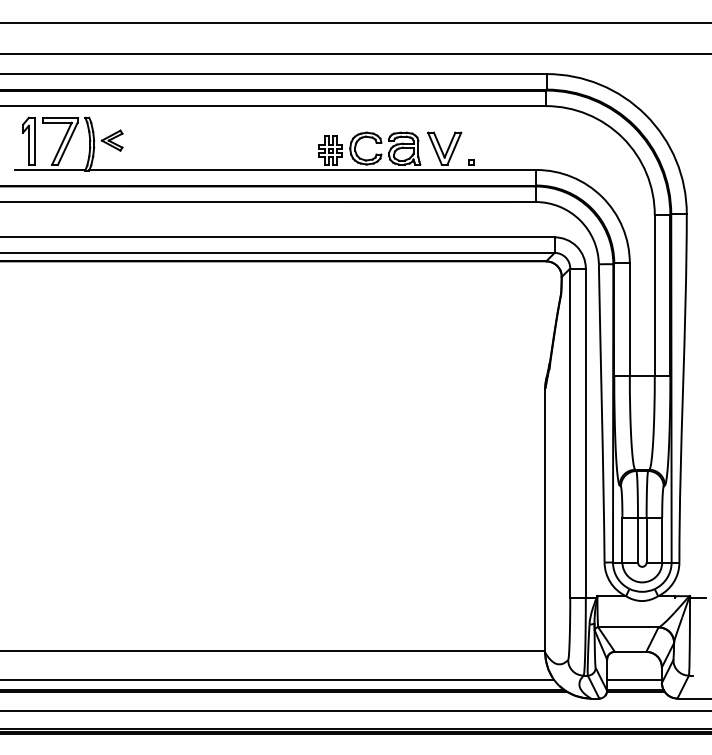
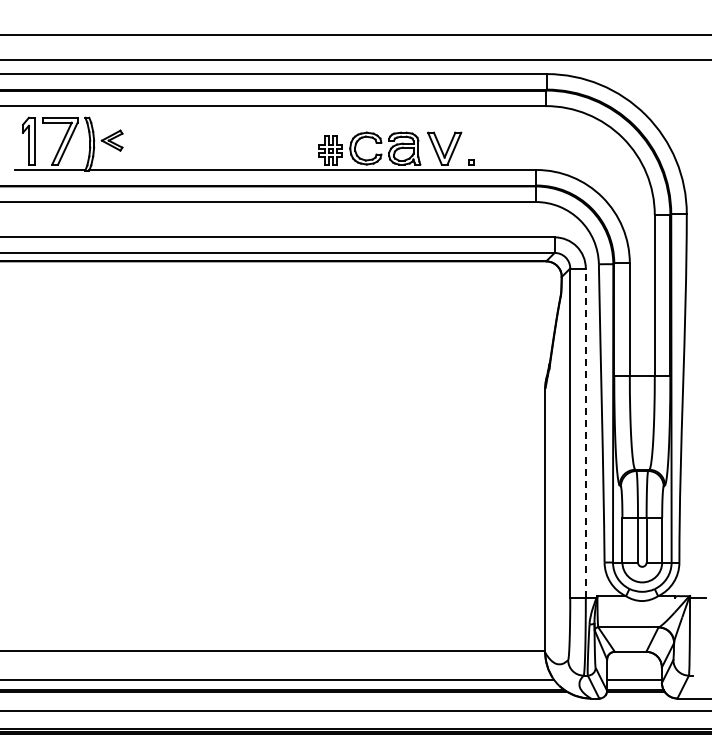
line at (355, 22) position: (355, 22) -> (355, 34)
line at (355, 53) position: (355, 53) -> (355, 59)
line at (585, 433): solid -> dashed
